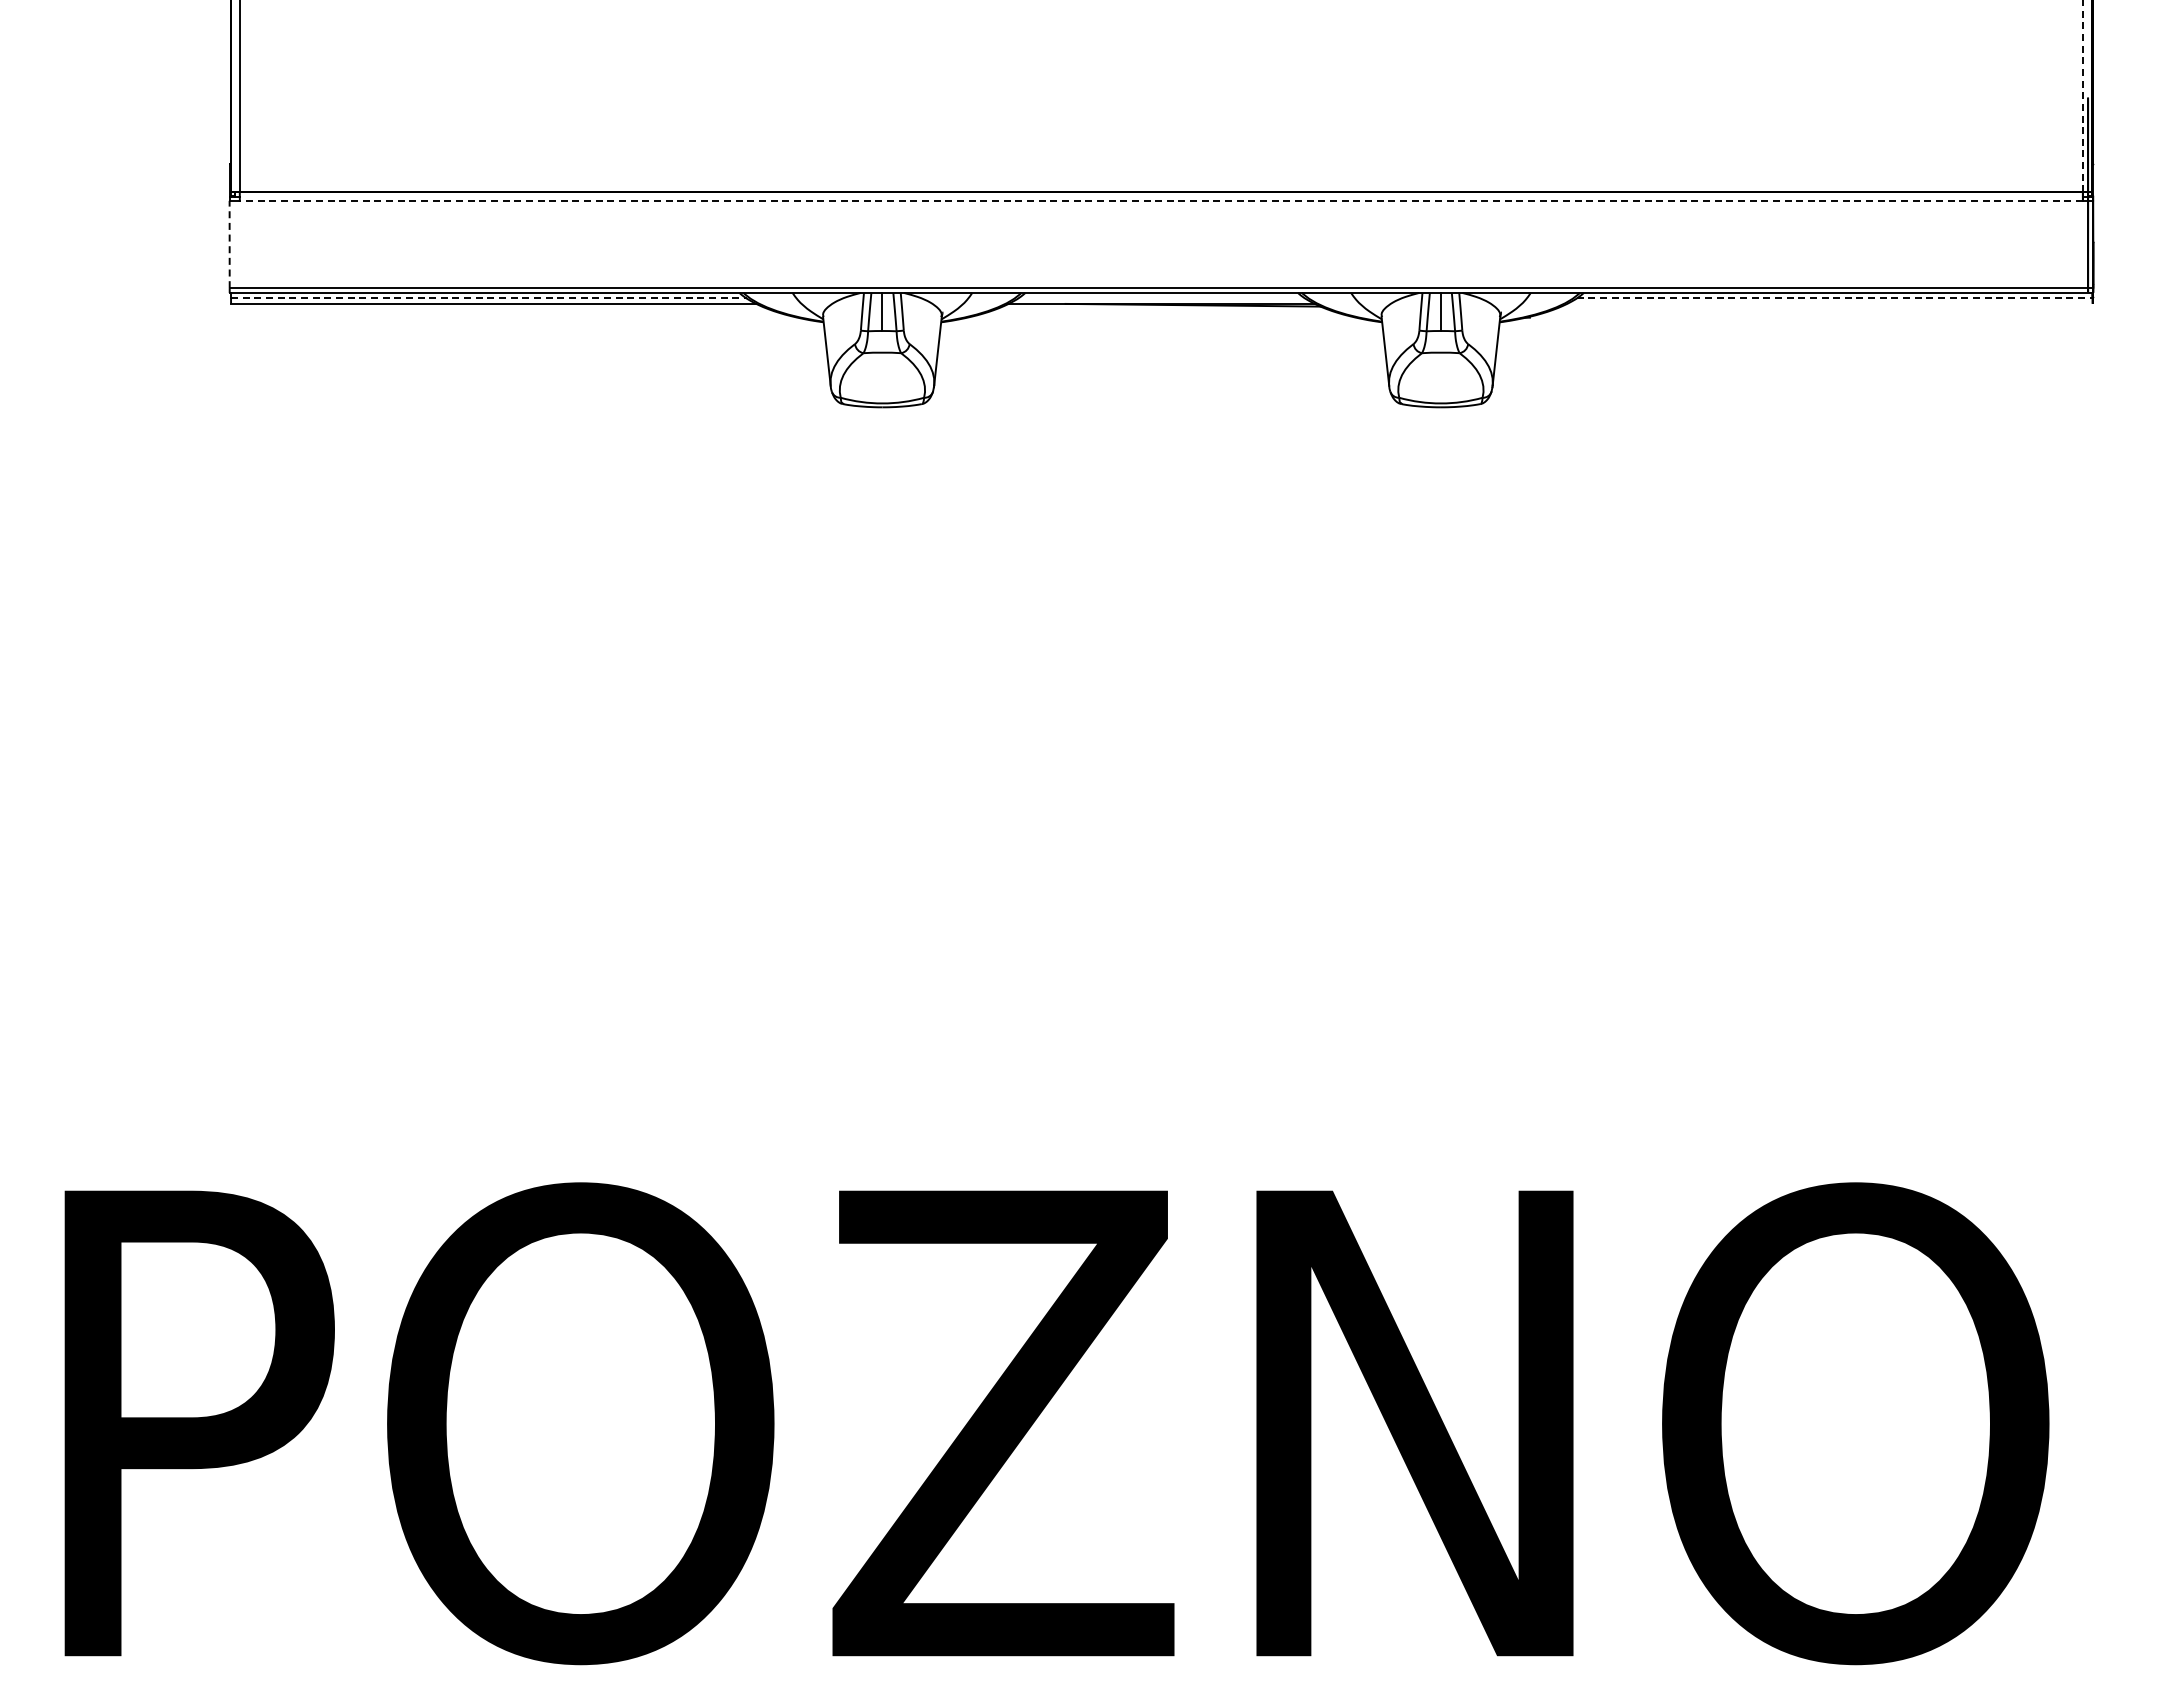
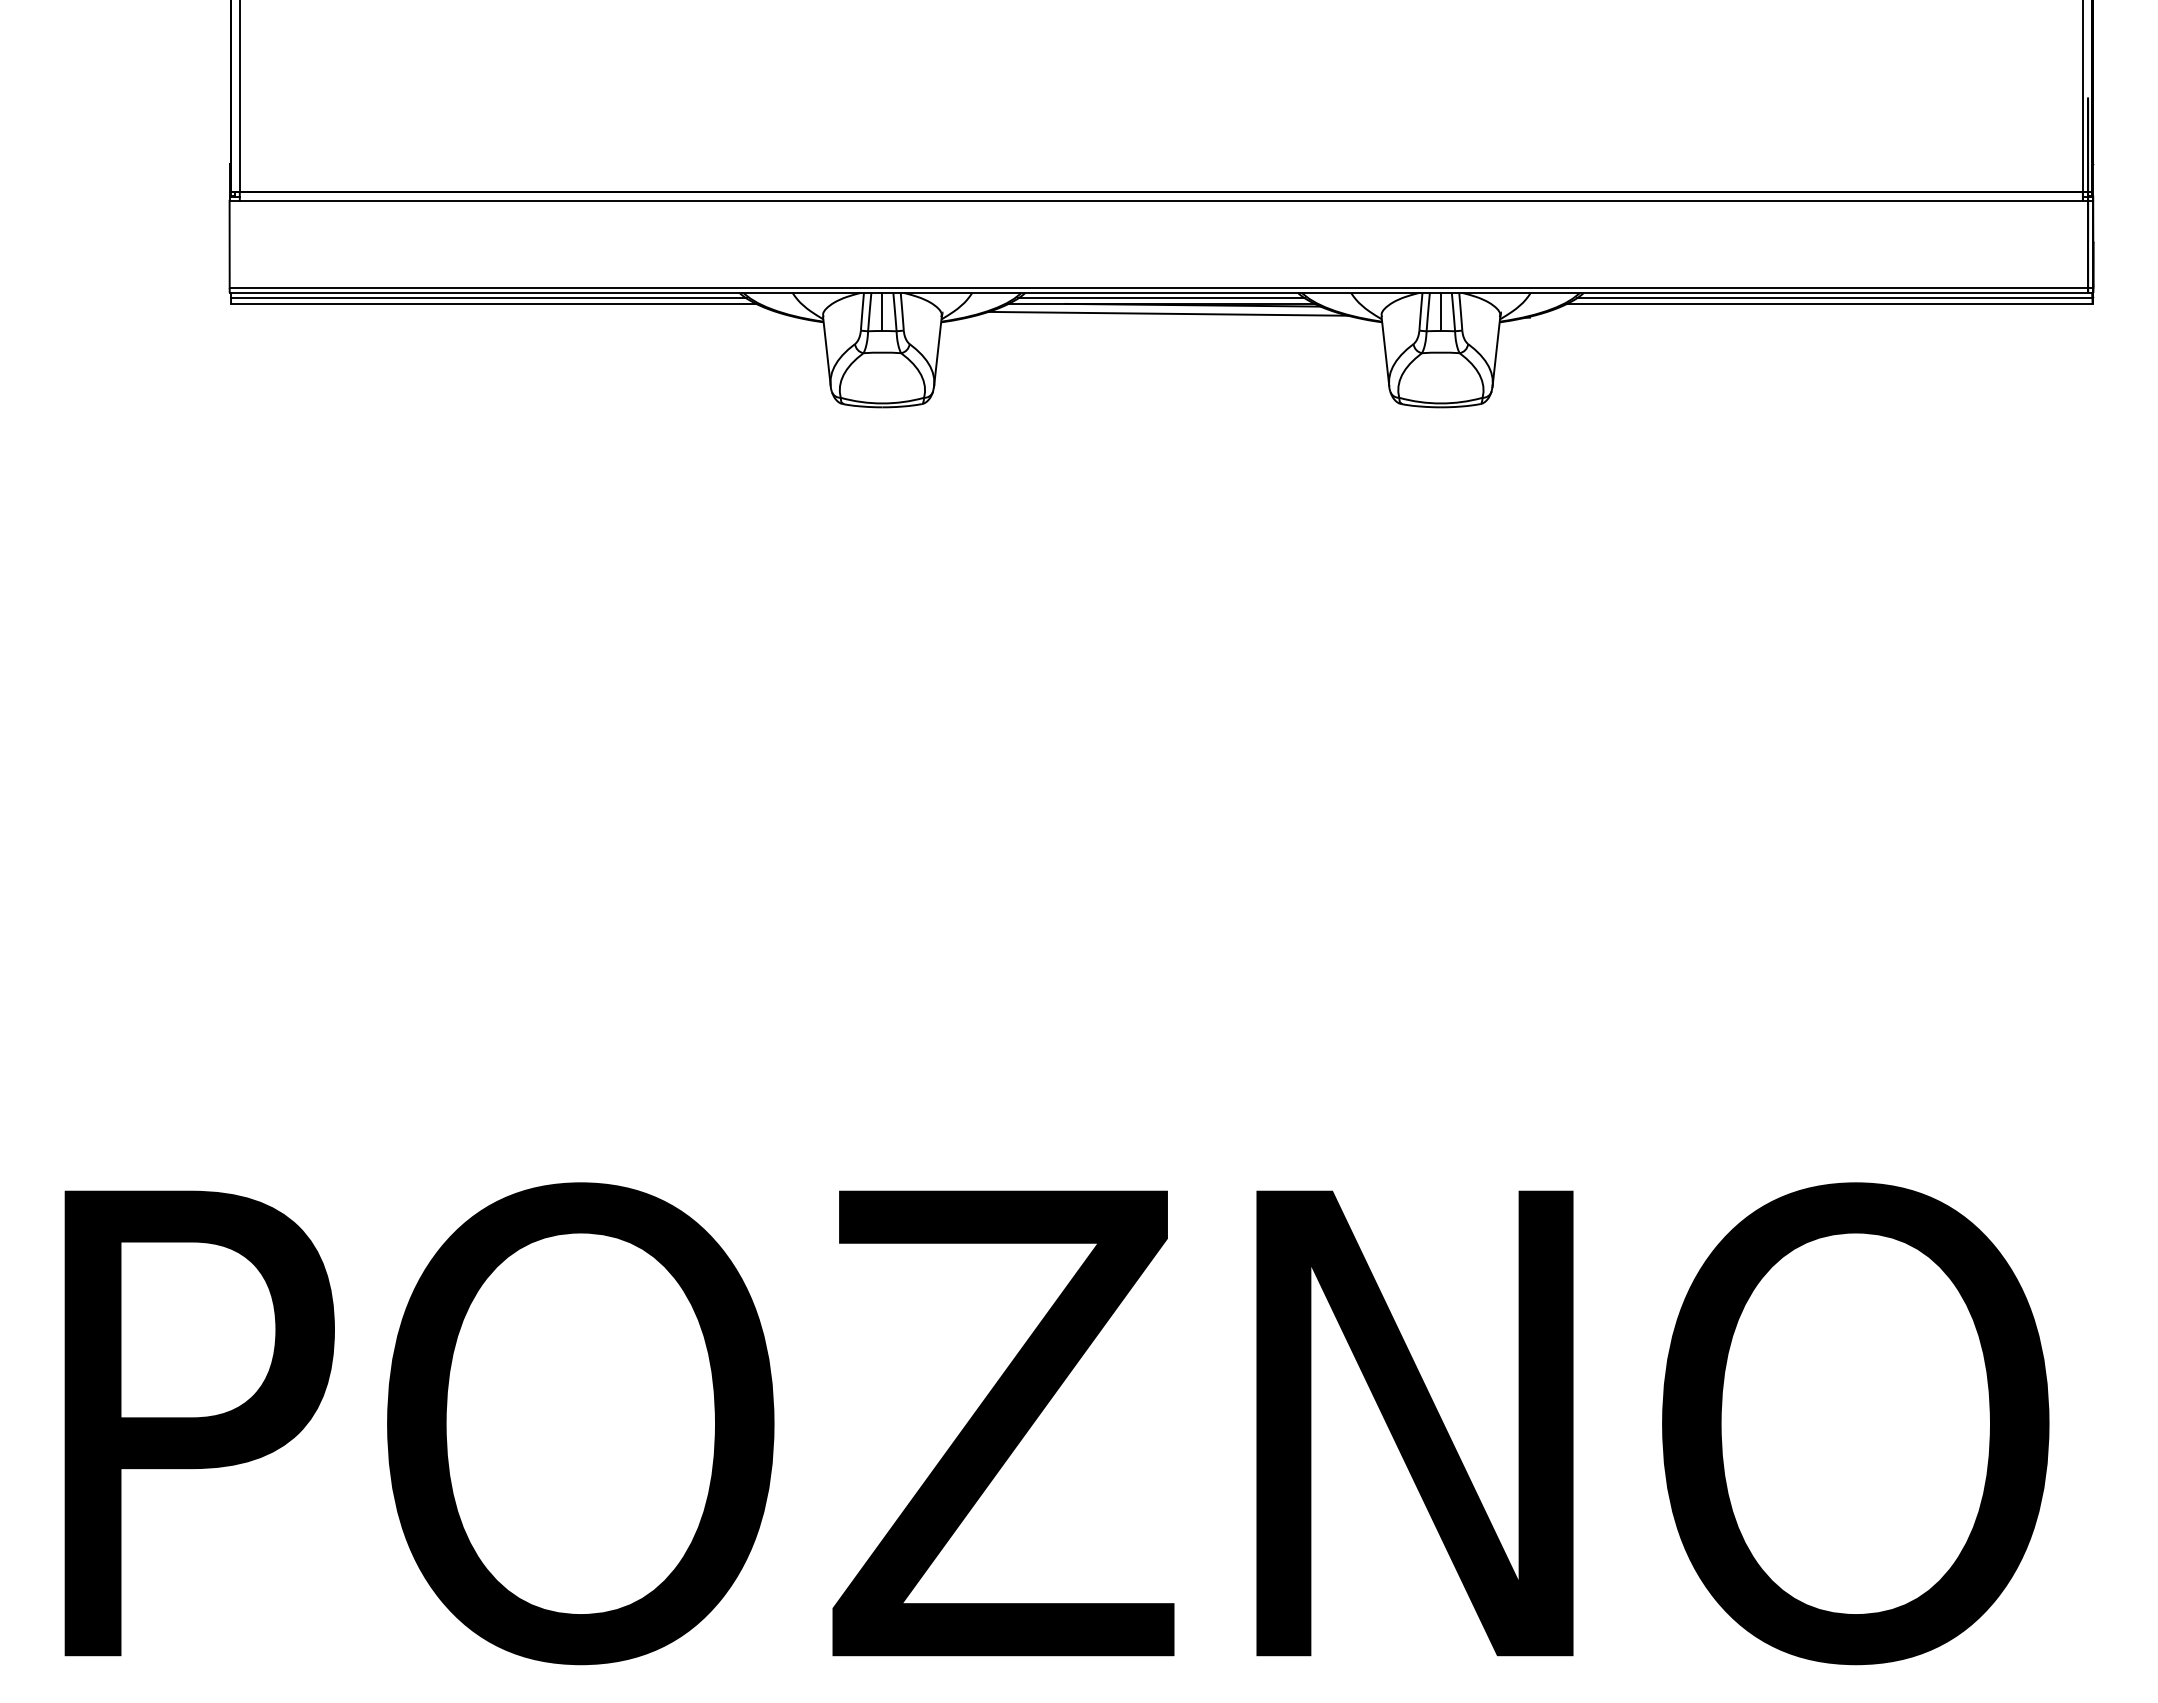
line at (2082, 96): dashed -> solid
line at (1160, 200): dashed -> solid
line at (229, 244): dashed -> solid
line at (488, 298): dashed -> solid
line at (1161, 298): none -> present
line at (1834, 298): dashed -> solid
line at (1829, 303): none -> present
line at (1168, 313): none -> present
